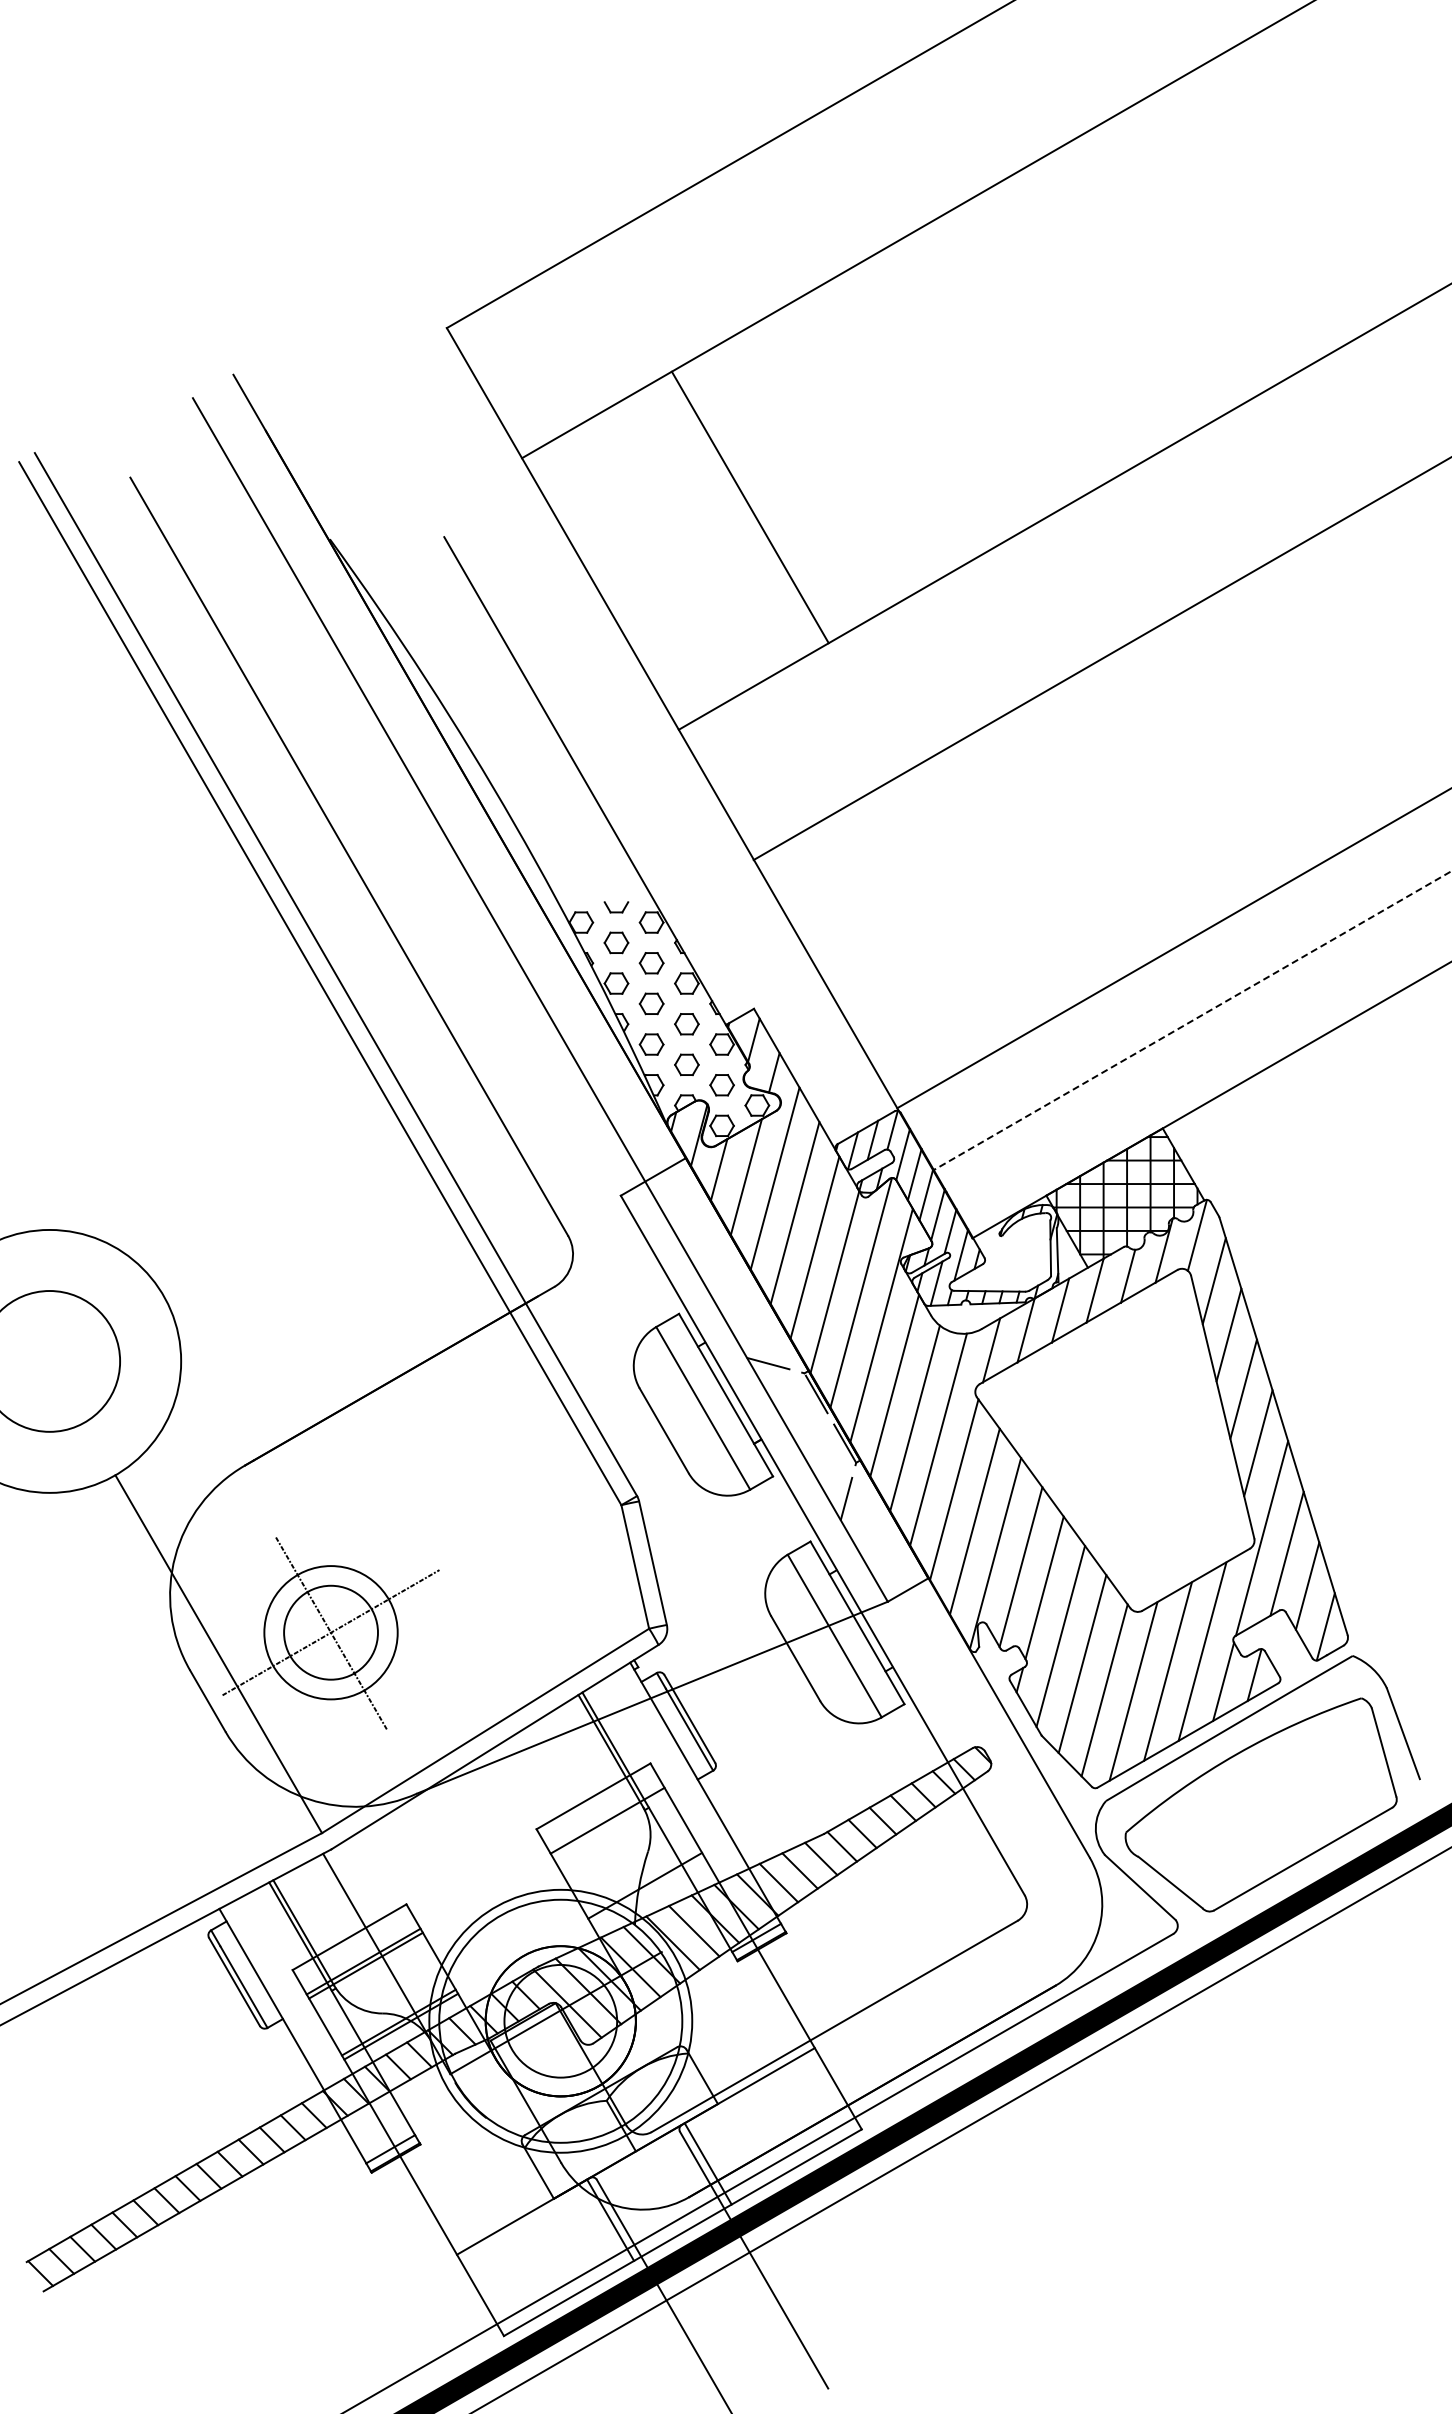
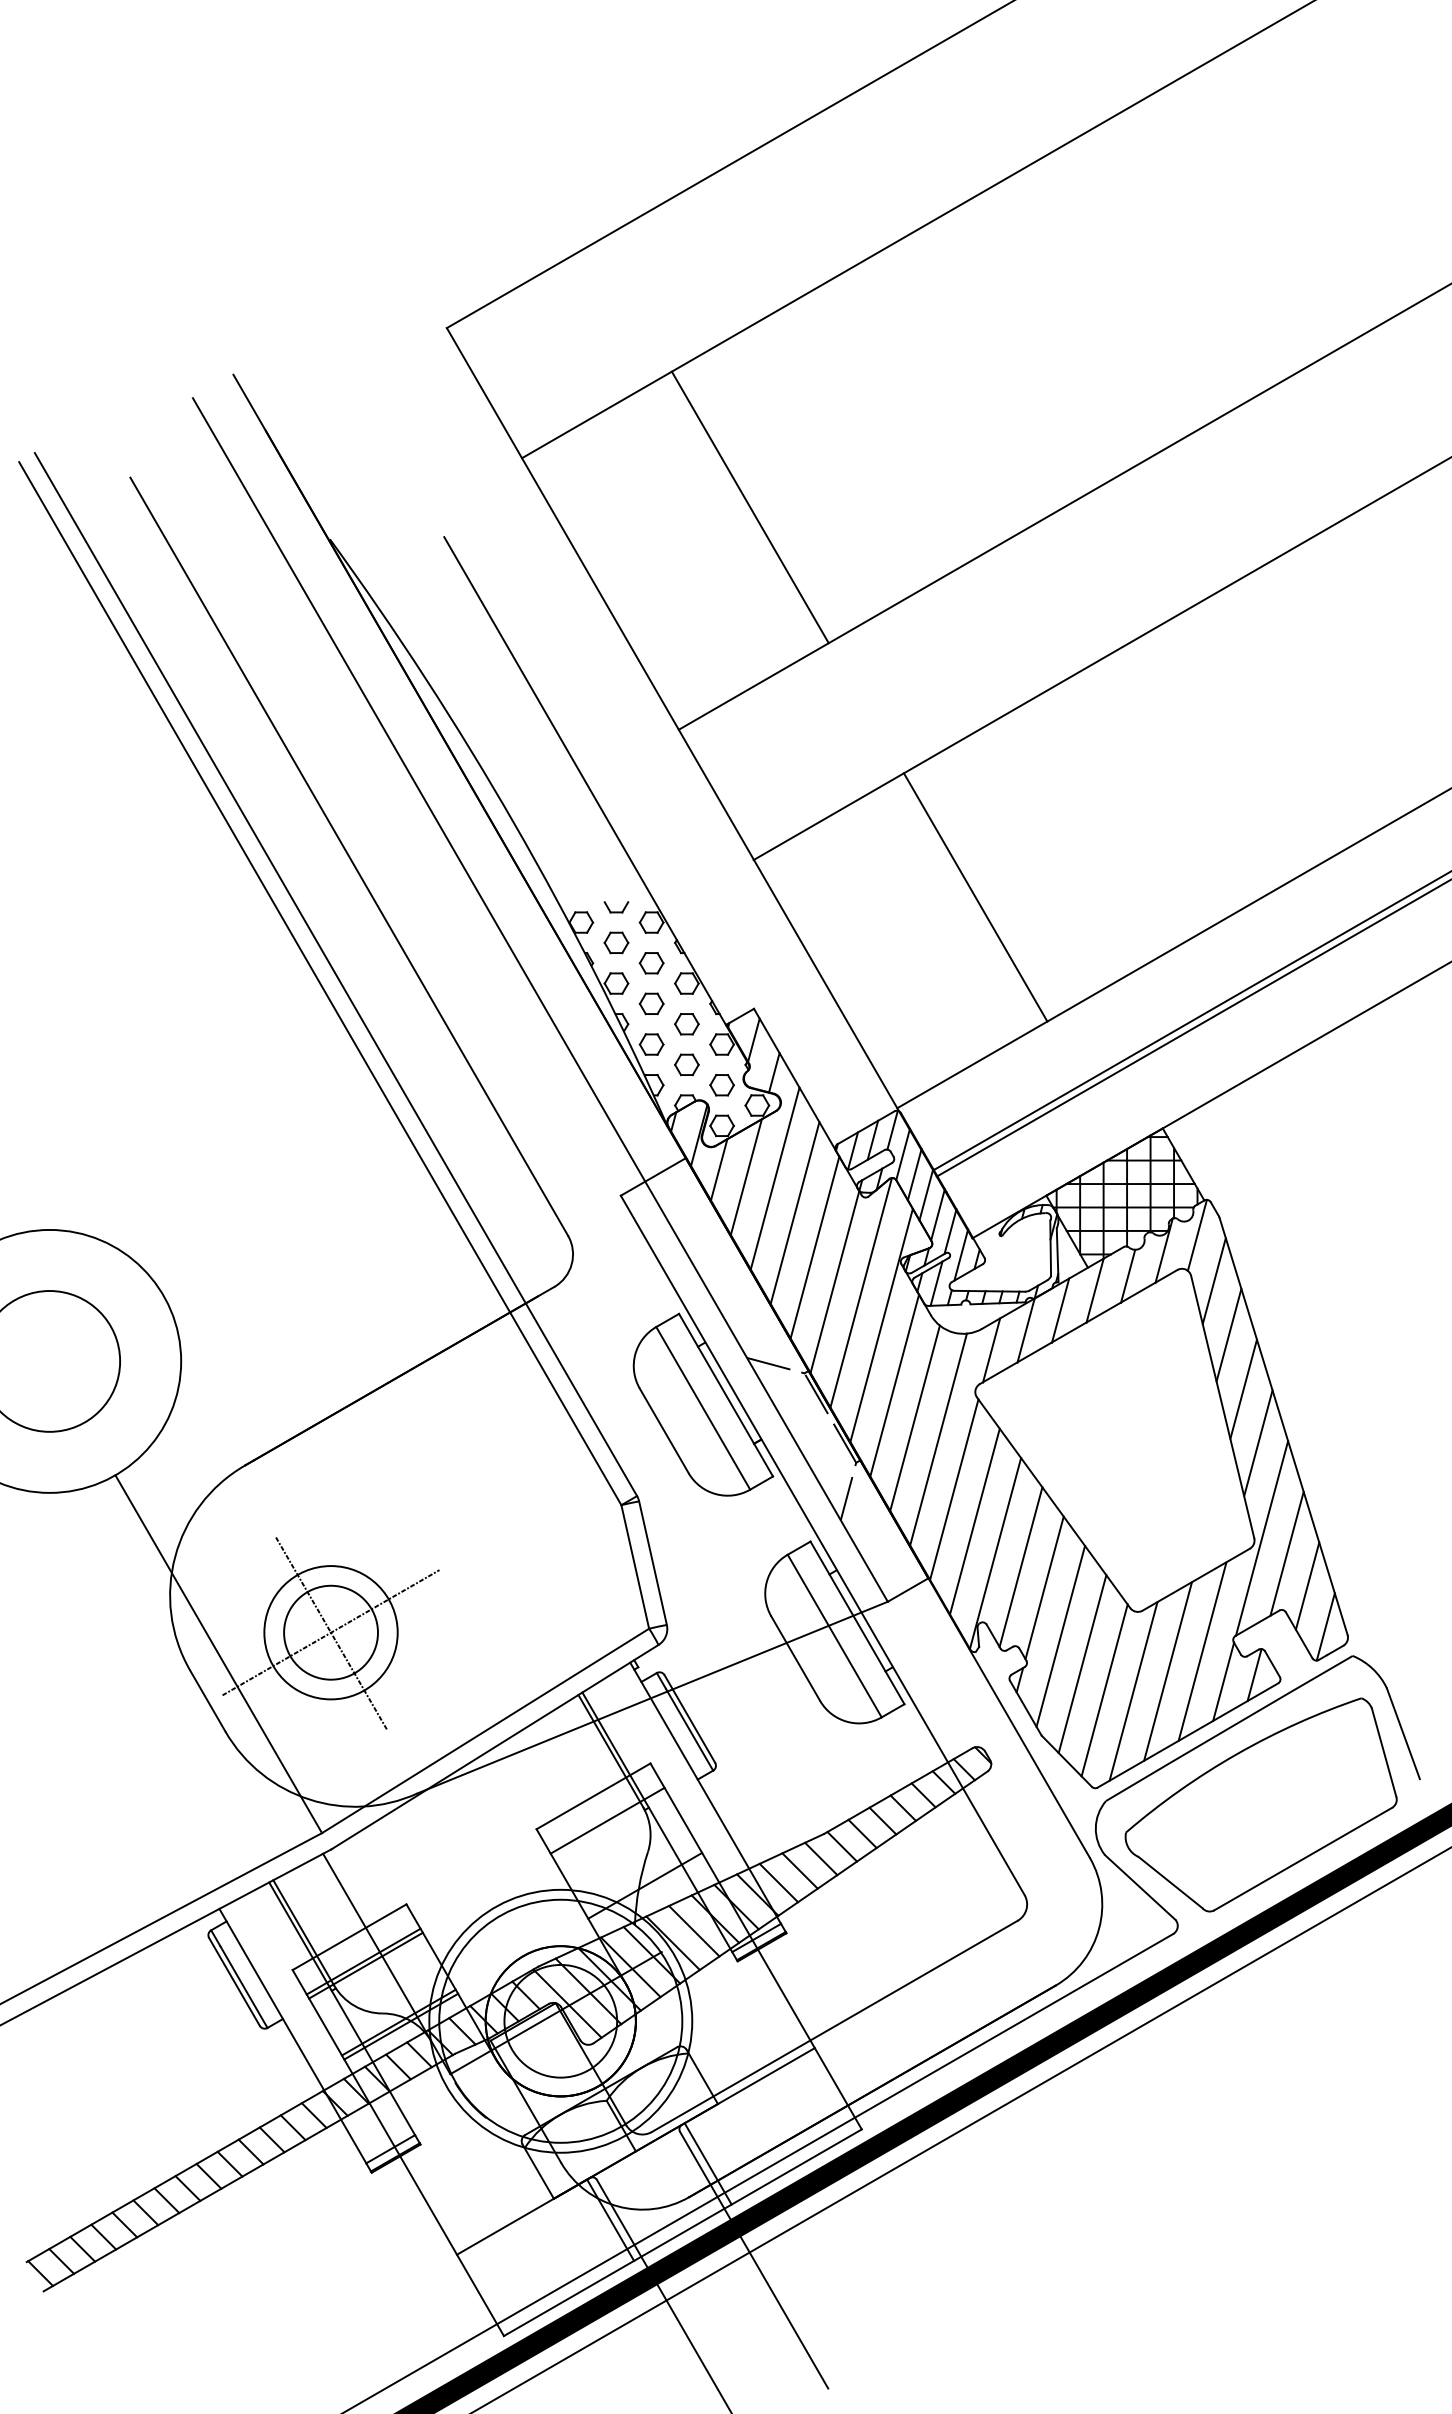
line at (975, 897): none -> present
line at (1192, 1020): dashed -> solid
line at (1192, 1028): none -> present
